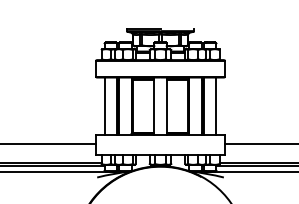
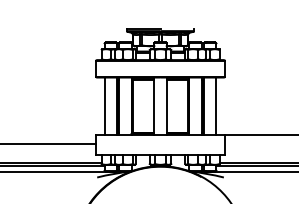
line at (260, 144) position: (260, 144) -> (260, 135)
